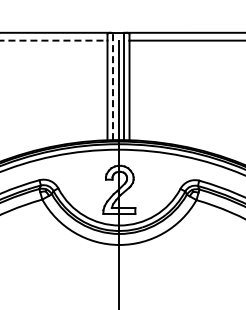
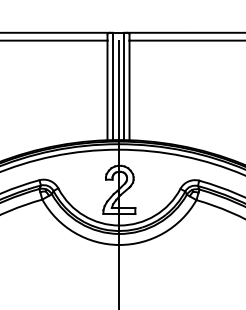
line at (54, 40): dashed -> solid
line at (113, 86): dashed -> solid
